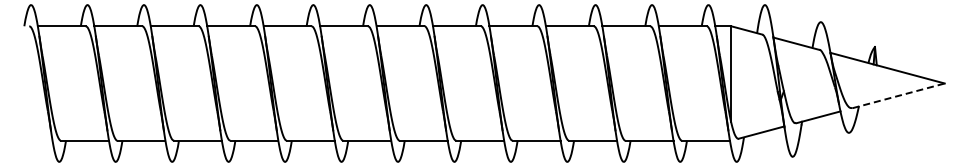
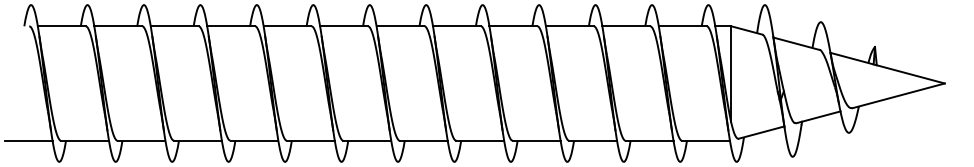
line at (898, 95): dashed -> solid
line at (28, 140): none -> present
